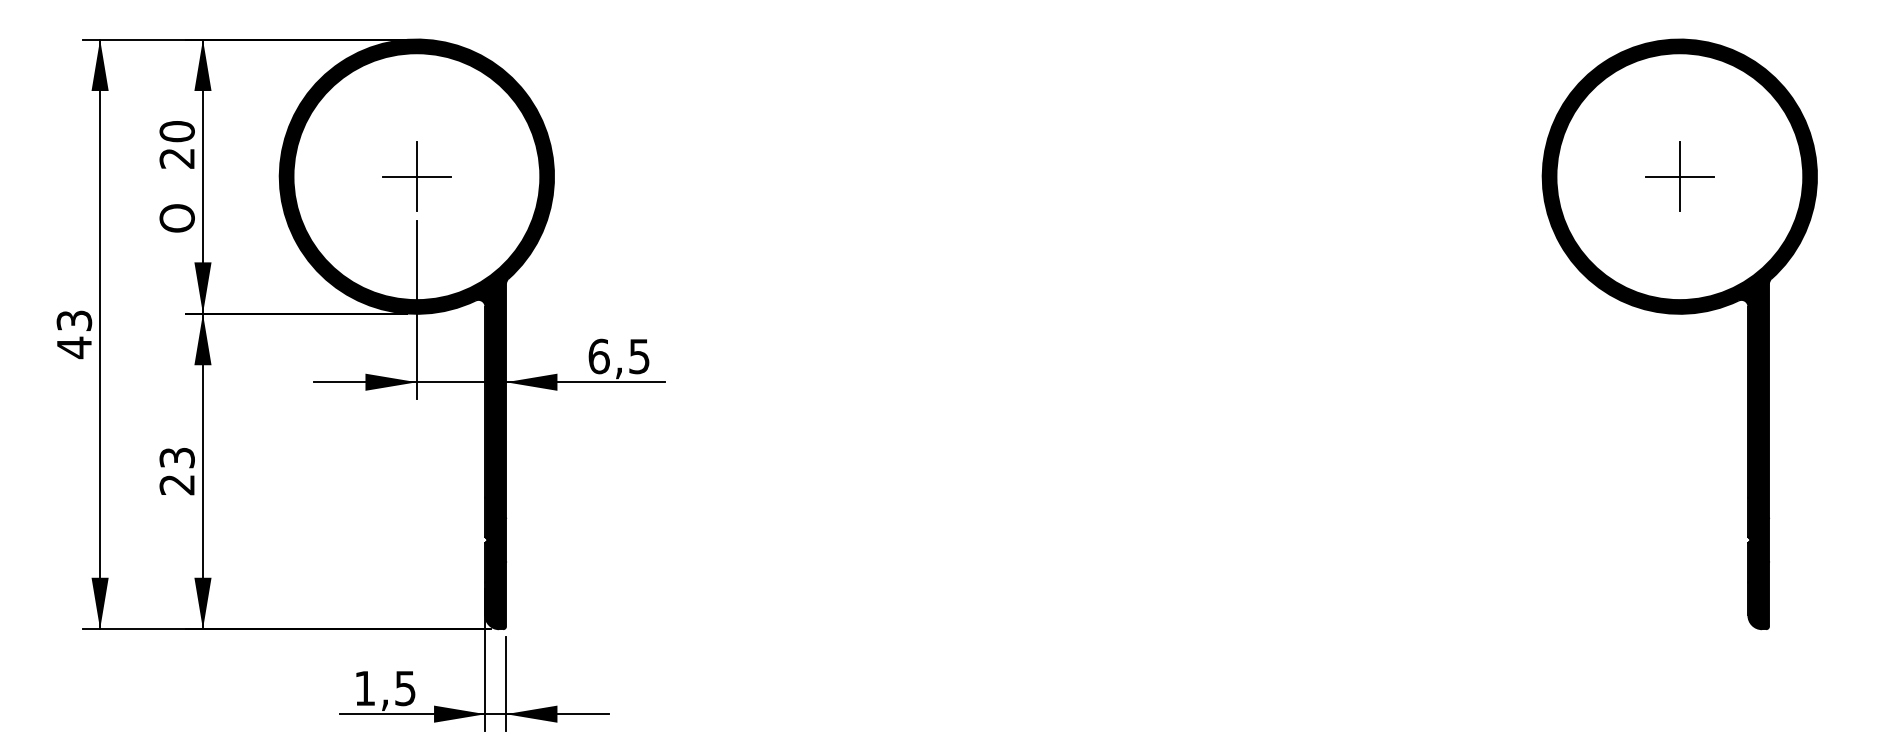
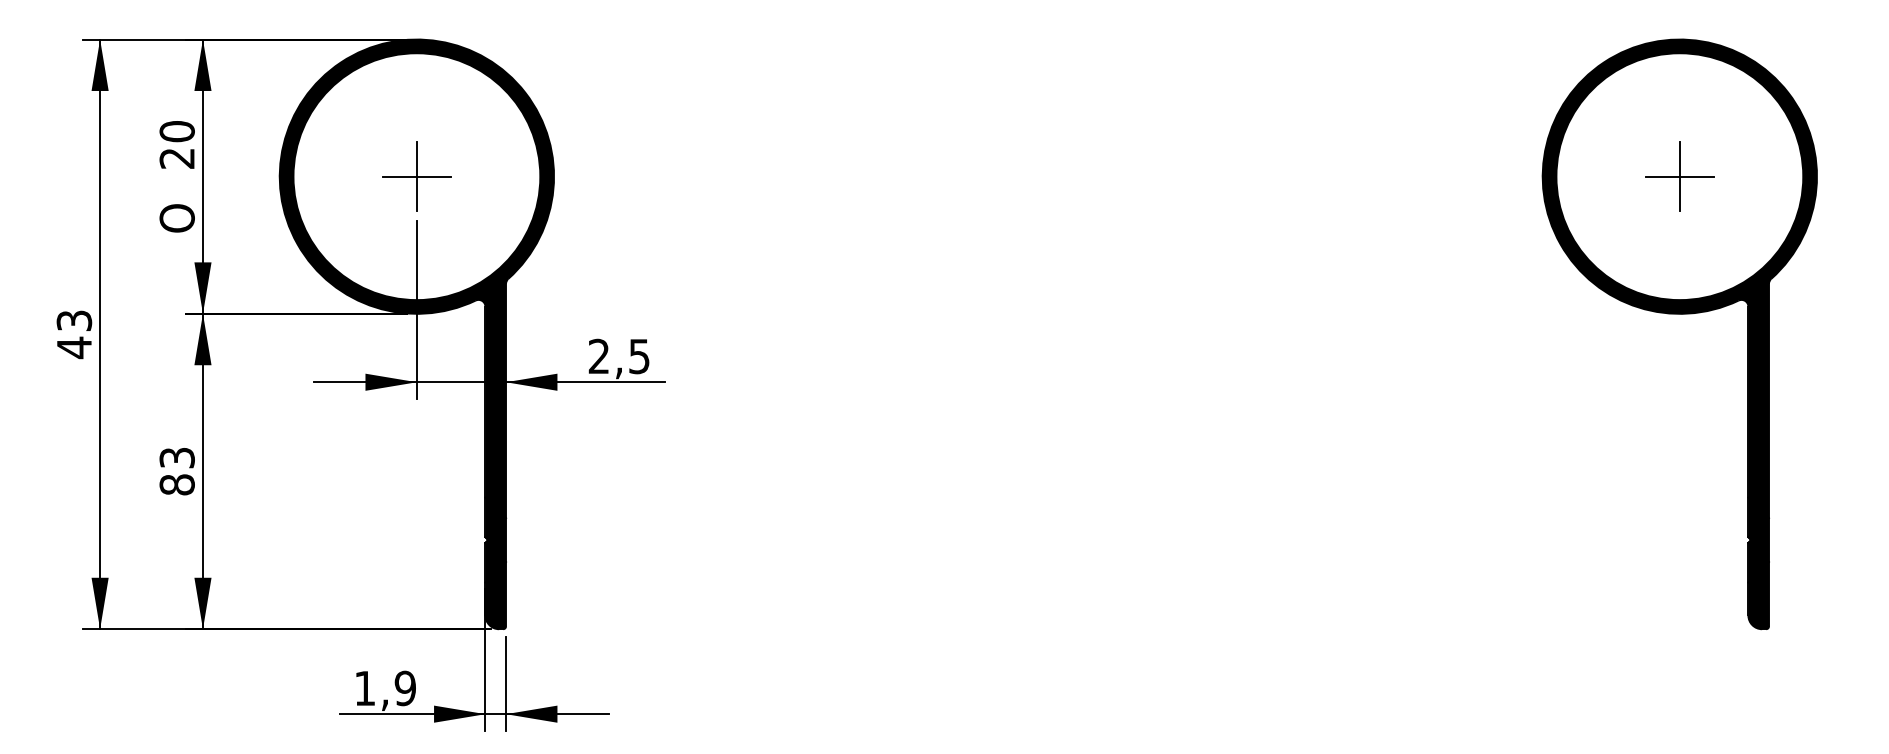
text at (598, 356): 6,5 -> 2,5
text at (176, 484): 23 -> 83
text at (404, 687): 1,5 -> 1,9
